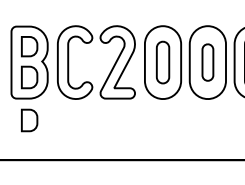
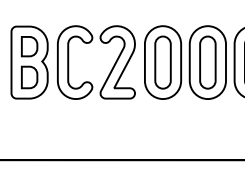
part at (163, 62) size: 15x45 px -> 18x55 px
part at (207, 62) size: 14x39 px -> 18x55 px
part at (29, 120): present -> none
